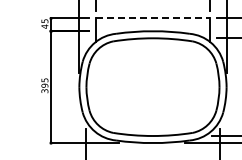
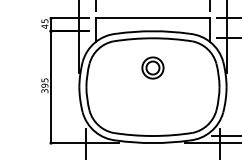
line at (152, 18): dashed -> solid
part at (152, 67): none -> present
